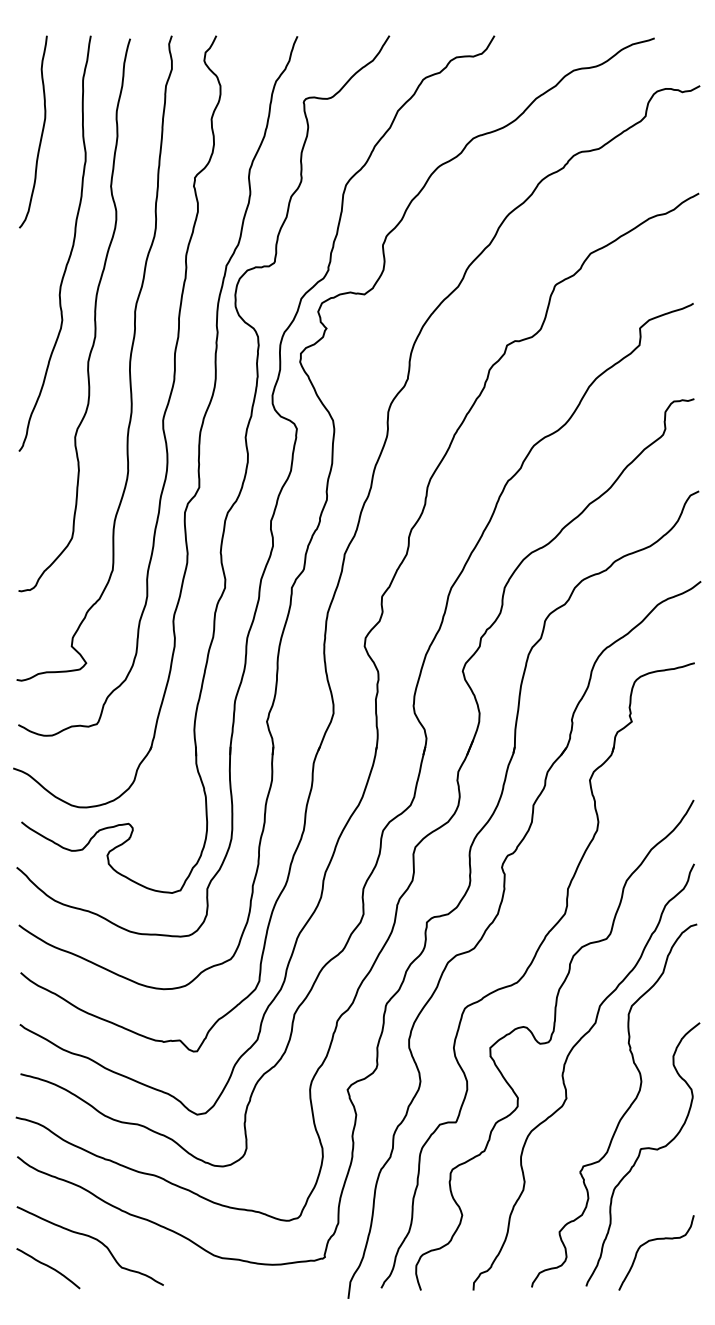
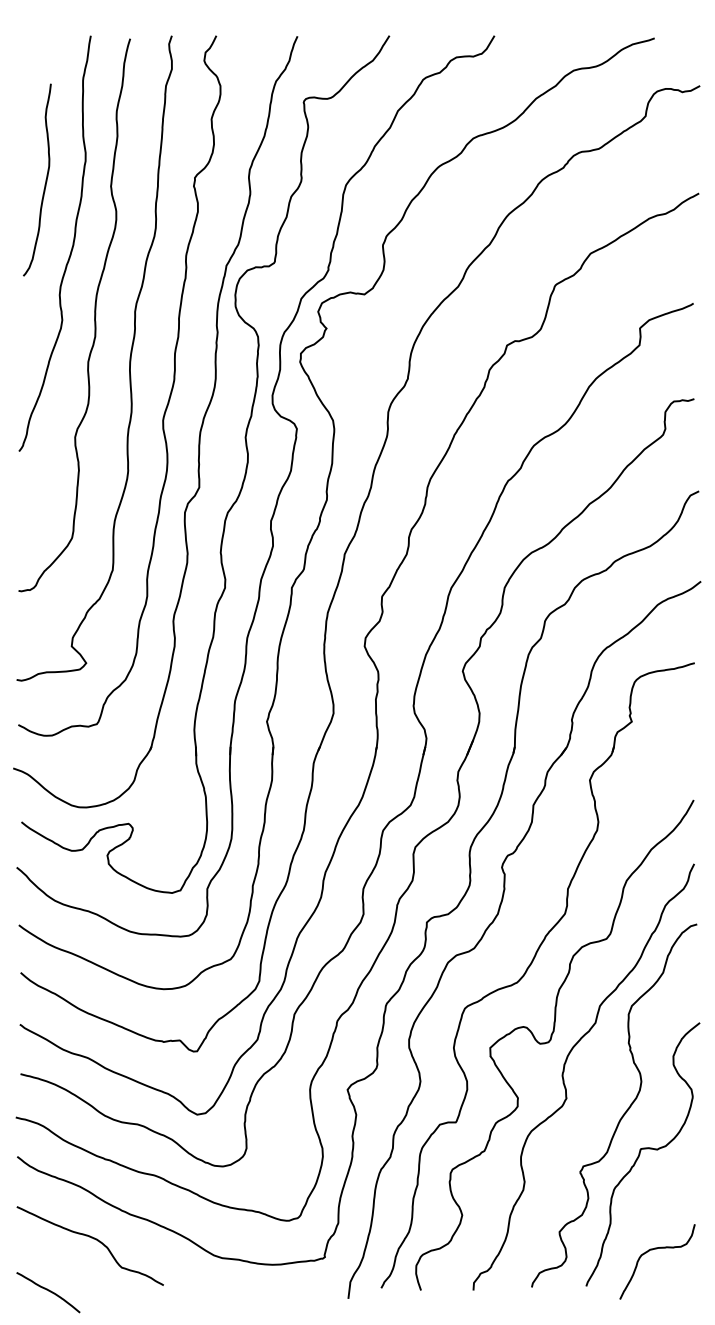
curve at (41, 131) position: (41, 131) -> (45, 179)
curve at (655, 1240) position: (655, 1240) -> (656, 1249)
curve at (48, 1267) position: (48, 1267) -> (48, 1291)
